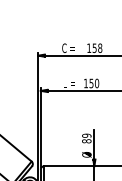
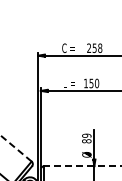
text at (88, 47): 158 -> 258
line at (15, 148): solid -> dashed
line at (82, 166): solid -> dashed
